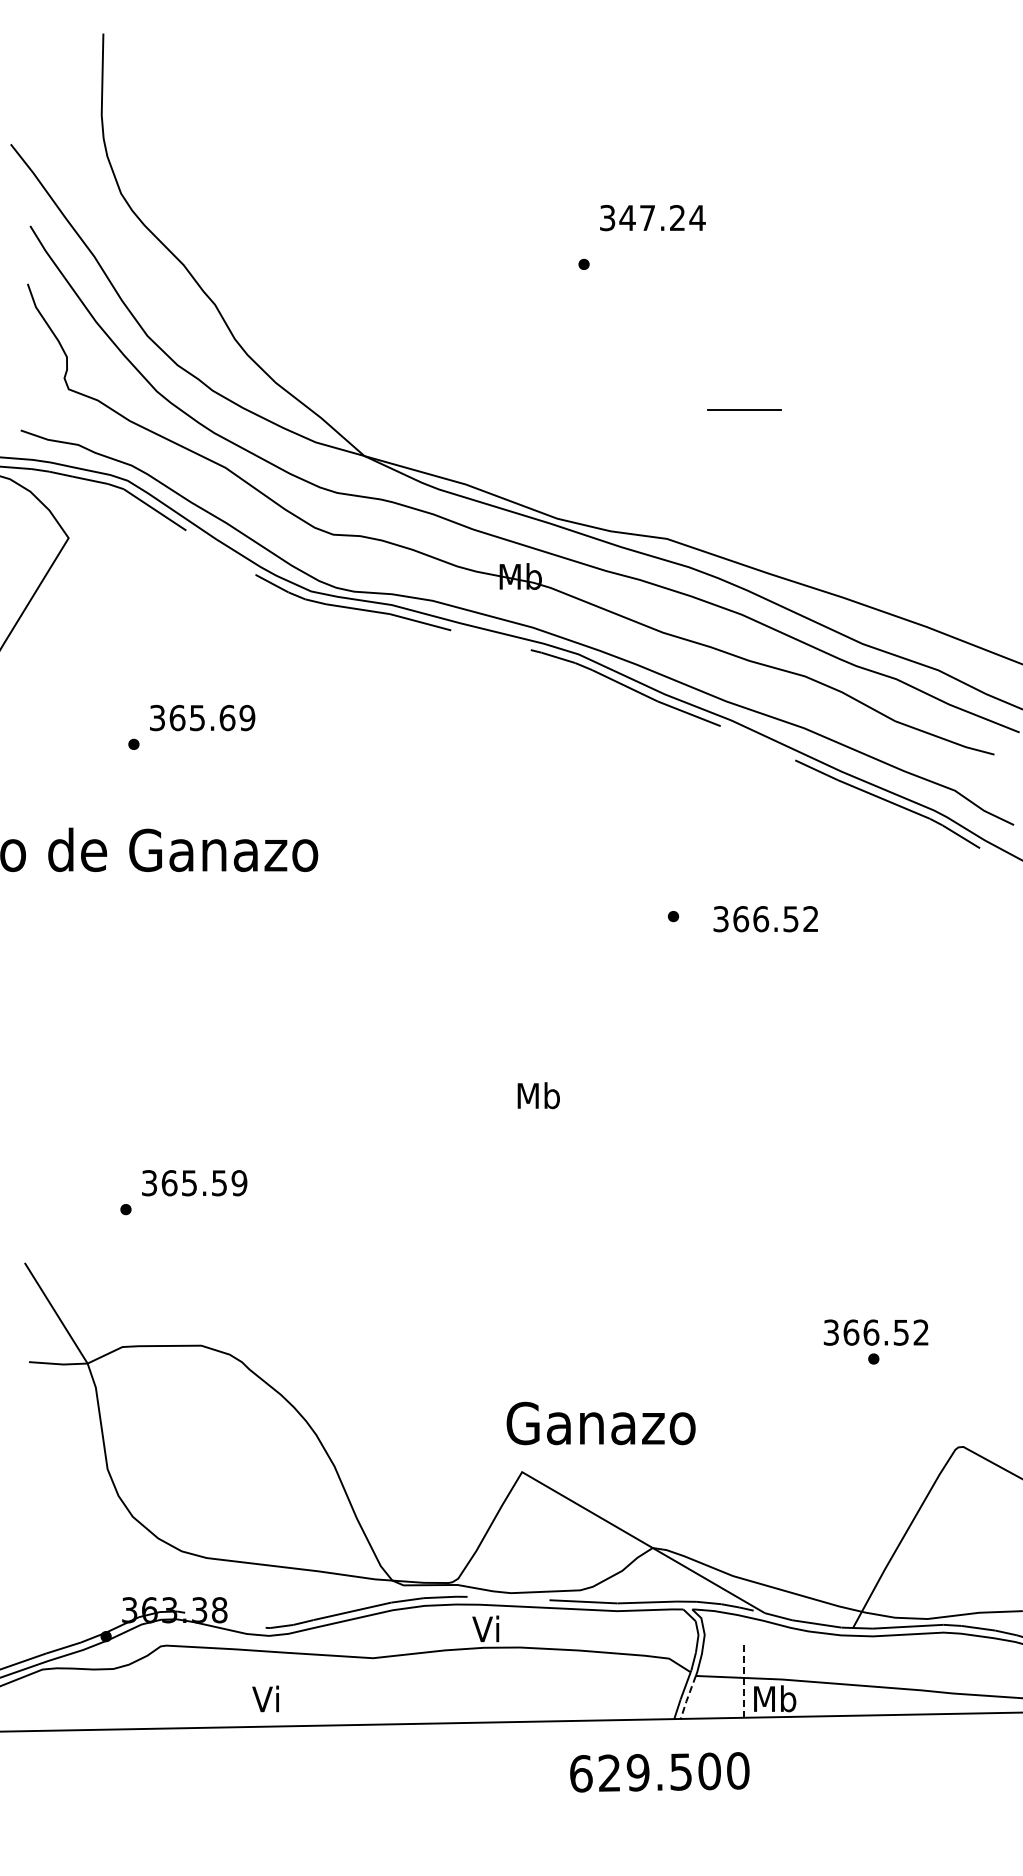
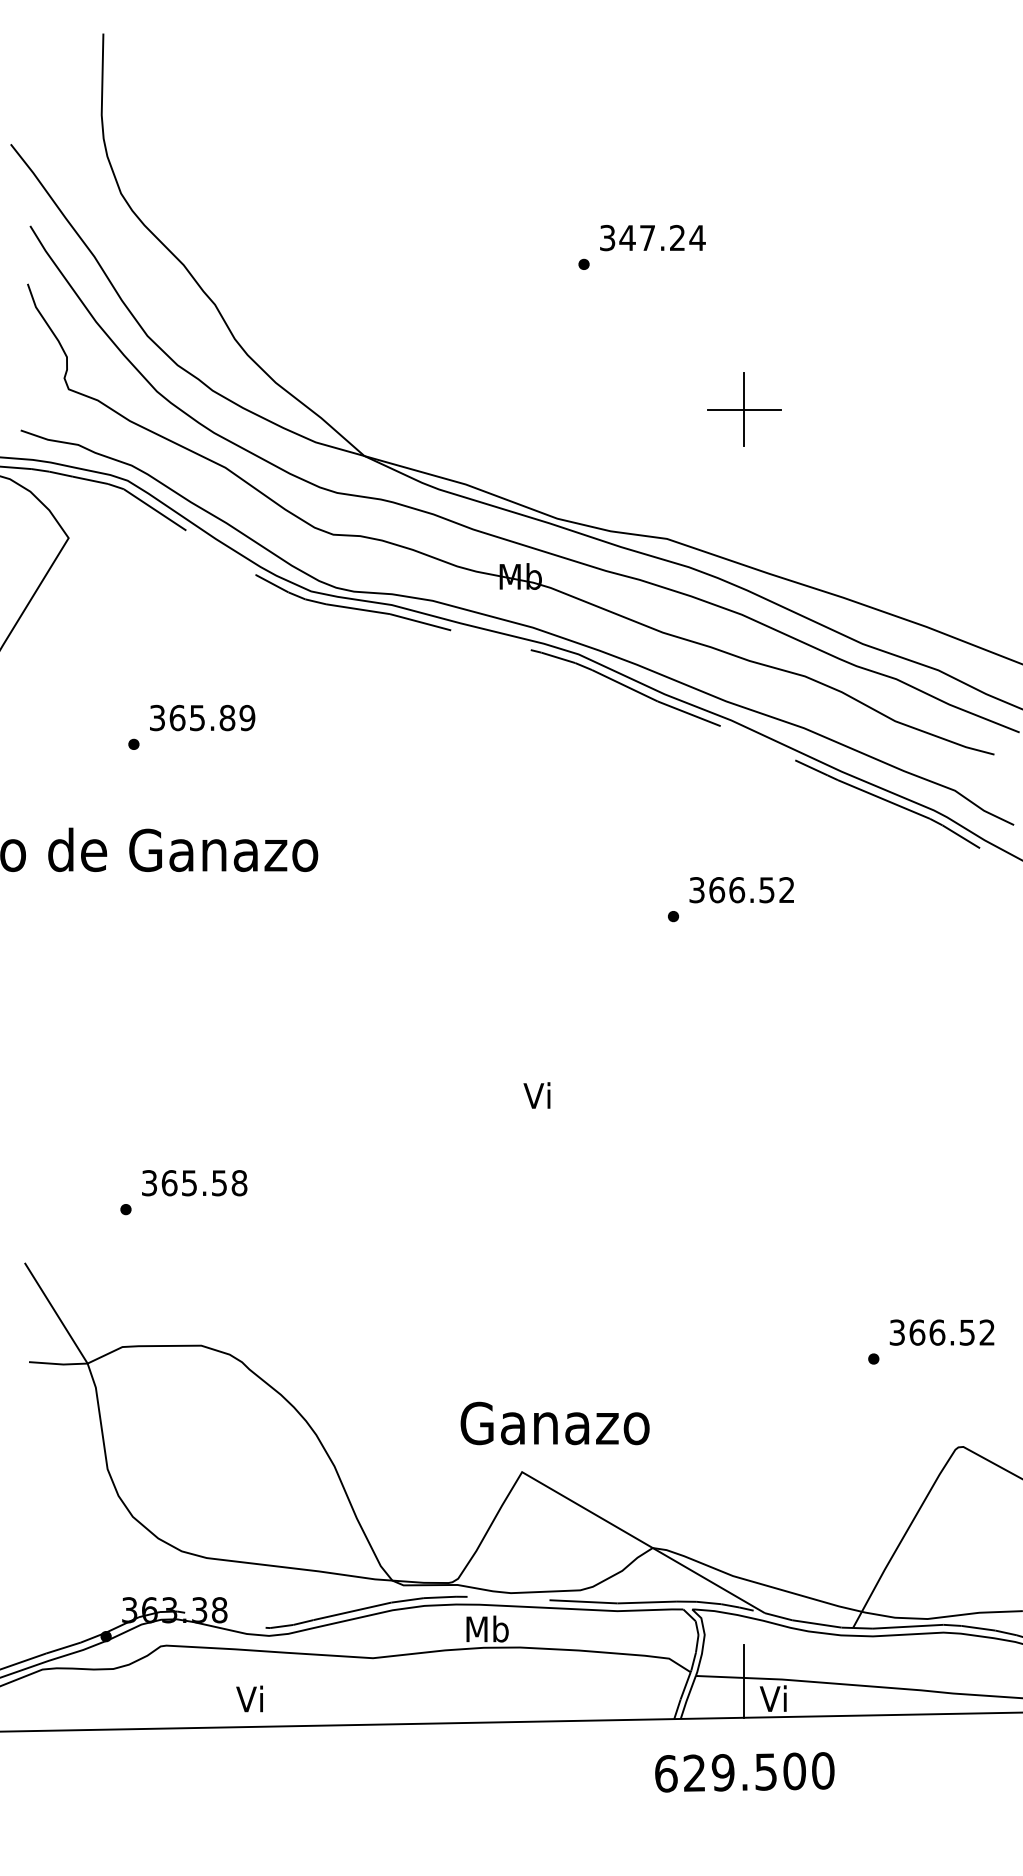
text at (652, 218) position: (652, 218) -> (652, 238)
line at (744, 409): none -> present
text at (227, 717): 365.69 -> 365.89
text at (765, 919) position: (765, 919) -> (741, 890)
text at (538, 1095): Mb -> Vi
text at (239, 1183): 365.59 -> 365.58
text at (875, 1332) position: (875, 1332) -> (941, 1332)
text at (600, 1423) position: (600, 1423) -> (554, 1423)
text at (487, 1628): Vi -> Mb
line at (744, 1680): dashed -> solid
line at (687, 1697): dashed -> solid
text at (265, 1698) position: (265, 1698) -> (249, 1698)
text at (775, 1698): Mb -> Vi
text at (659, 1772) position: (659, 1772) -> (744, 1772)
